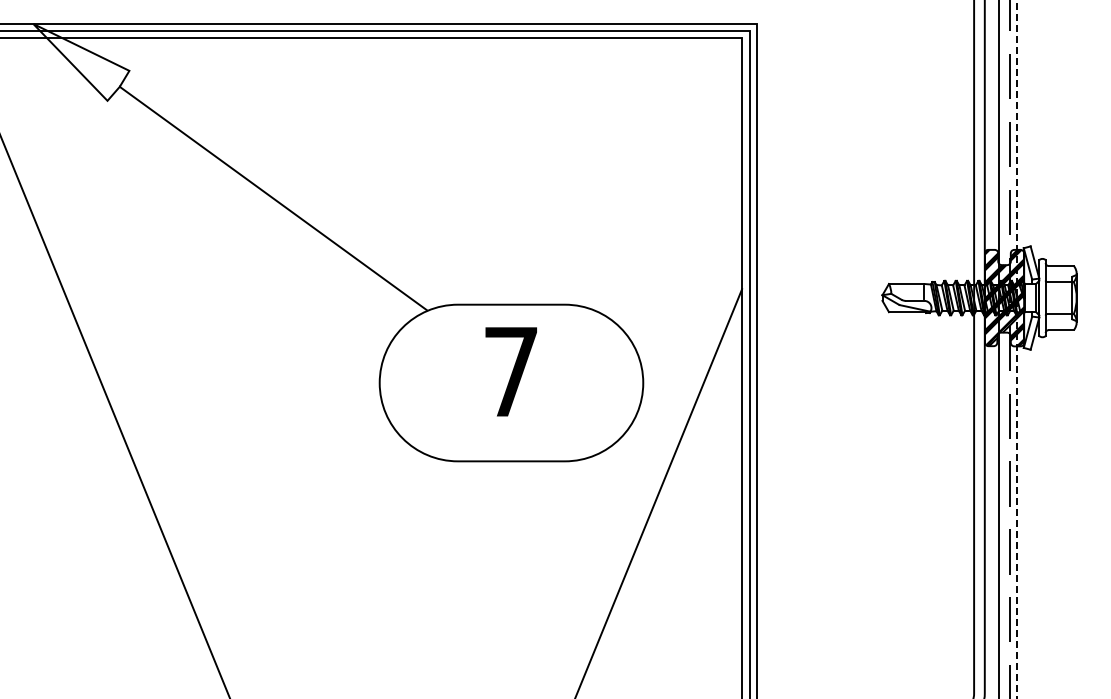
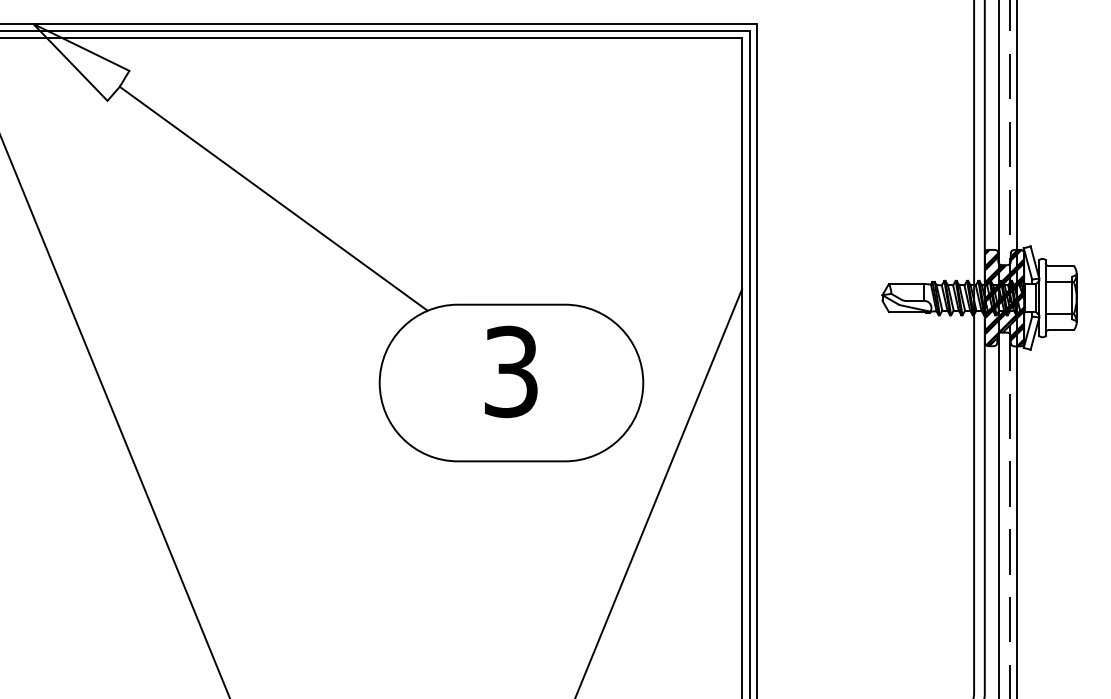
line at (1016, 349): dashed -> solid
text at (510, 371): 7 -> 3
